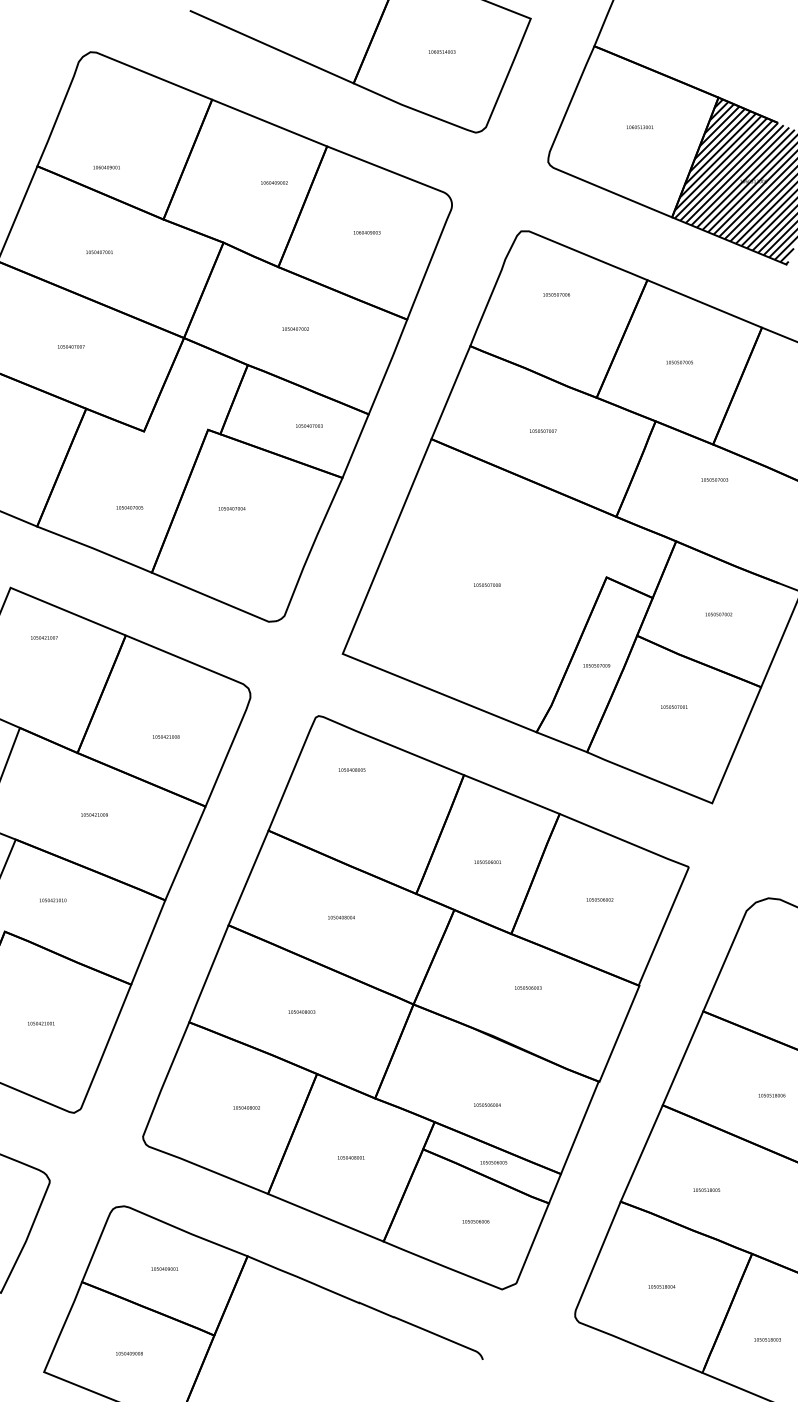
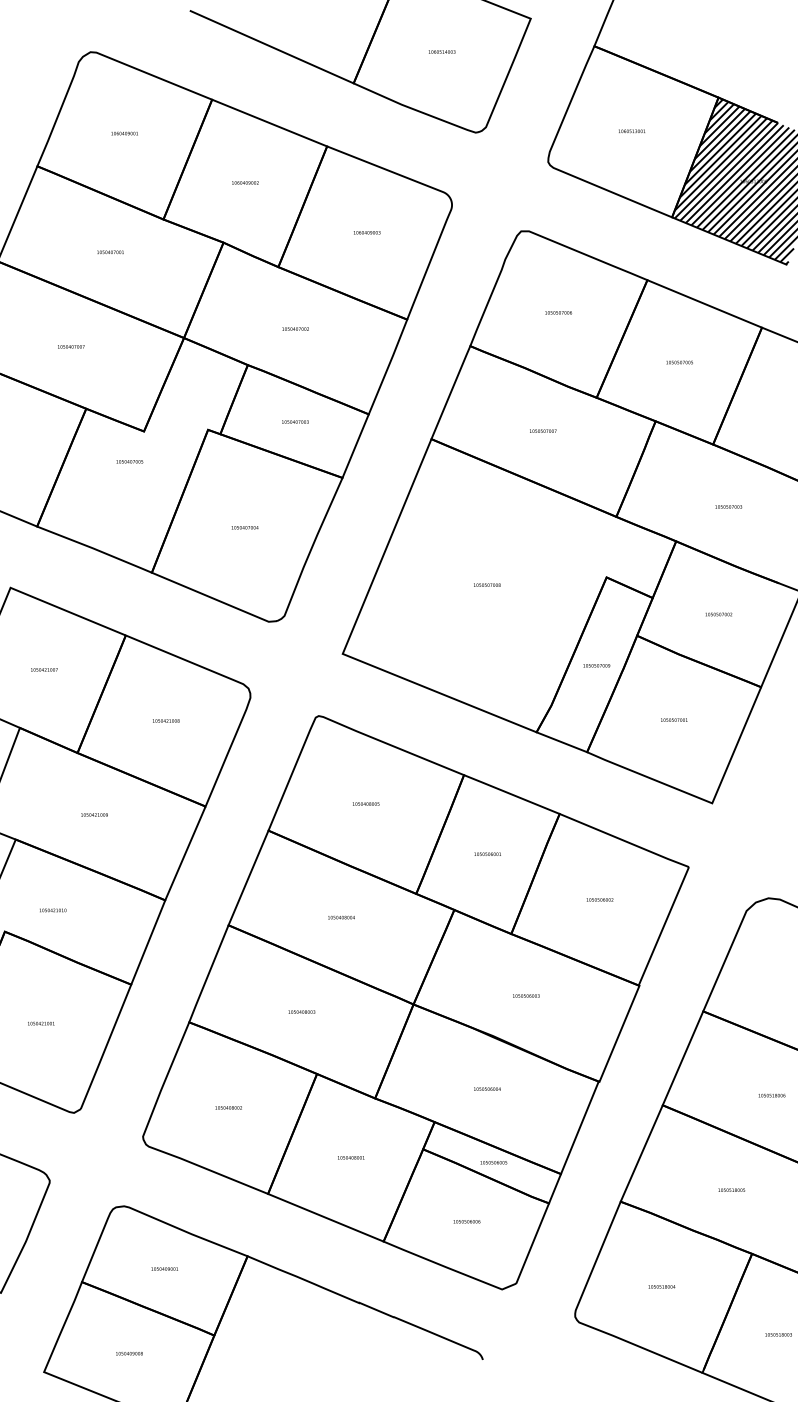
text at (640, 127) position: (640, 127) -> (632, 131)
text at (106, 167) position: (106, 167) -> (124, 133)
text at (274, 182) position: (274, 182) -> (245, 182)
text at (99, 252) position: (99, 252) -> (110, 252)
text at (556, 294) position: (556, 294) -> (558, 312)
text at (309, 425) position: (309, 425) -> (295, 421)
text at (714, 479) position: (714, 479) -> (728, 506)
text at (129, 507) position: (129, 507) -> (129, 461)
text at (231, 508) position: (231, 508) -> (244, 527)
text at (44, 637) position: (44, 637) -> (44, 669)
text at (674, 706) position: (674, 706) -> (674, 719)
text at (166, 736) position: (166, 736) -> (166, 720)
text at (352, 769) position: (352, 769) -> (366, 803)
text at (487, 861) position: (487, 861) -> (487, 853)
text at (53, 900) position: (53, 900) -> (53, 910)
text at (528, 987) position: (528, 987) -> (526, 995)
text at (487, 1104) position: (487, 1104) -> (487, 1088)
text at (246, 1107) position: (246, 1107) -> (228, 1107)
text at (706, 1189) position: (706, 1189) -> (731, 1189)
text at (475, 1221) position: (475, 1221) -> (466, 1221)
text at (767, 1339) position: (767, 1339) -> (778, 1334)
